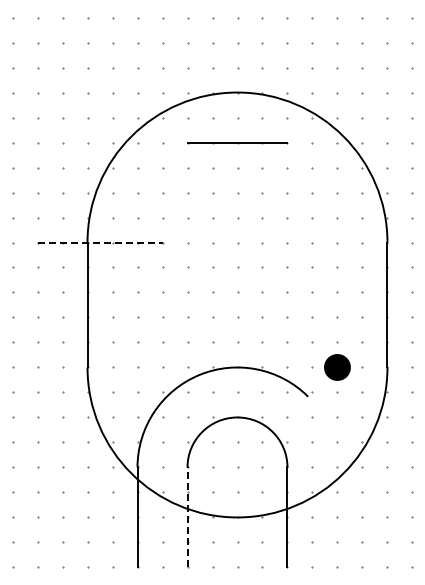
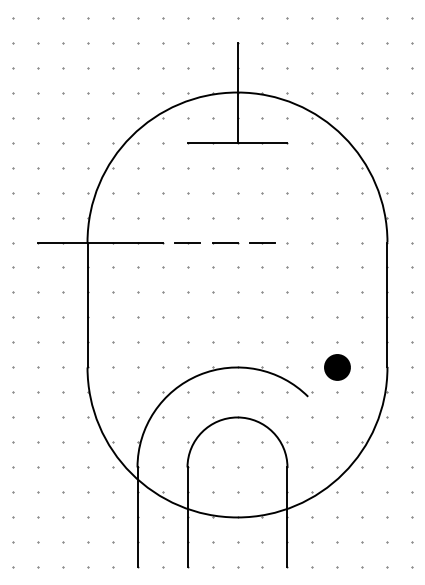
line at (237, 92): none -> present
line at (100, 242): dashed -> solid
line at (187, 242): none -> present
line at (224, 242): none -> present
line at (261, 242): none -> present
line at (187, 517): dashed -> solid
